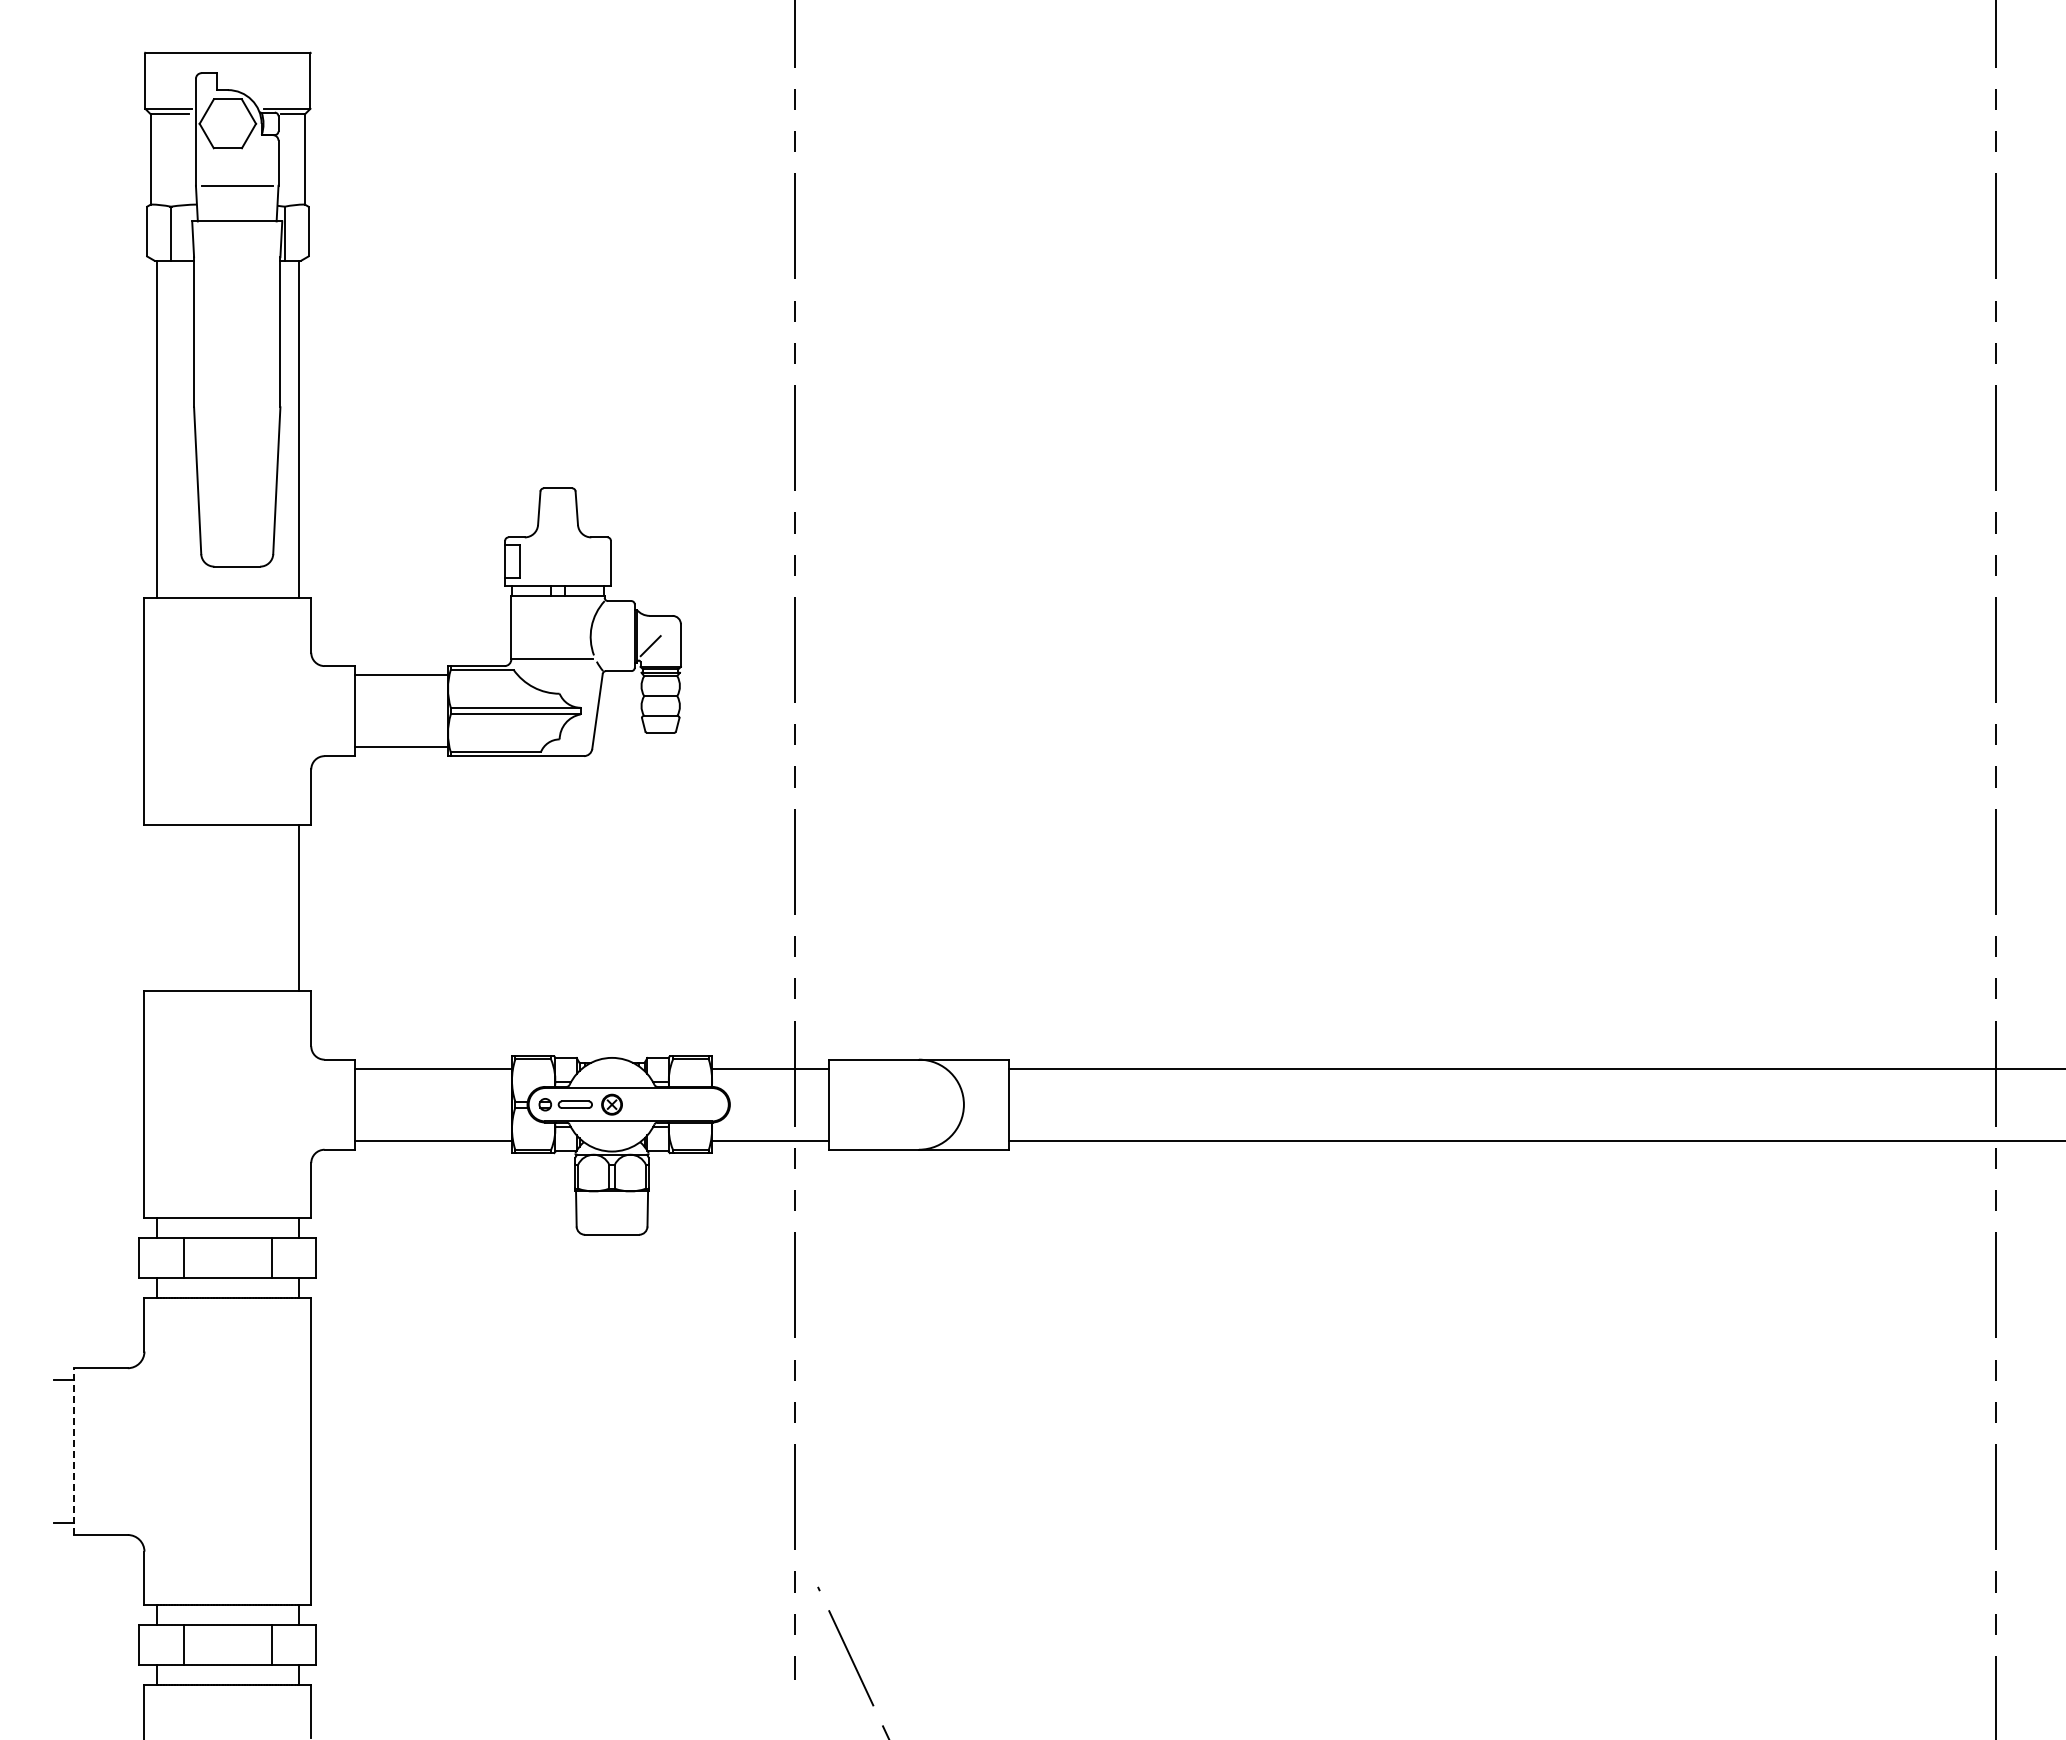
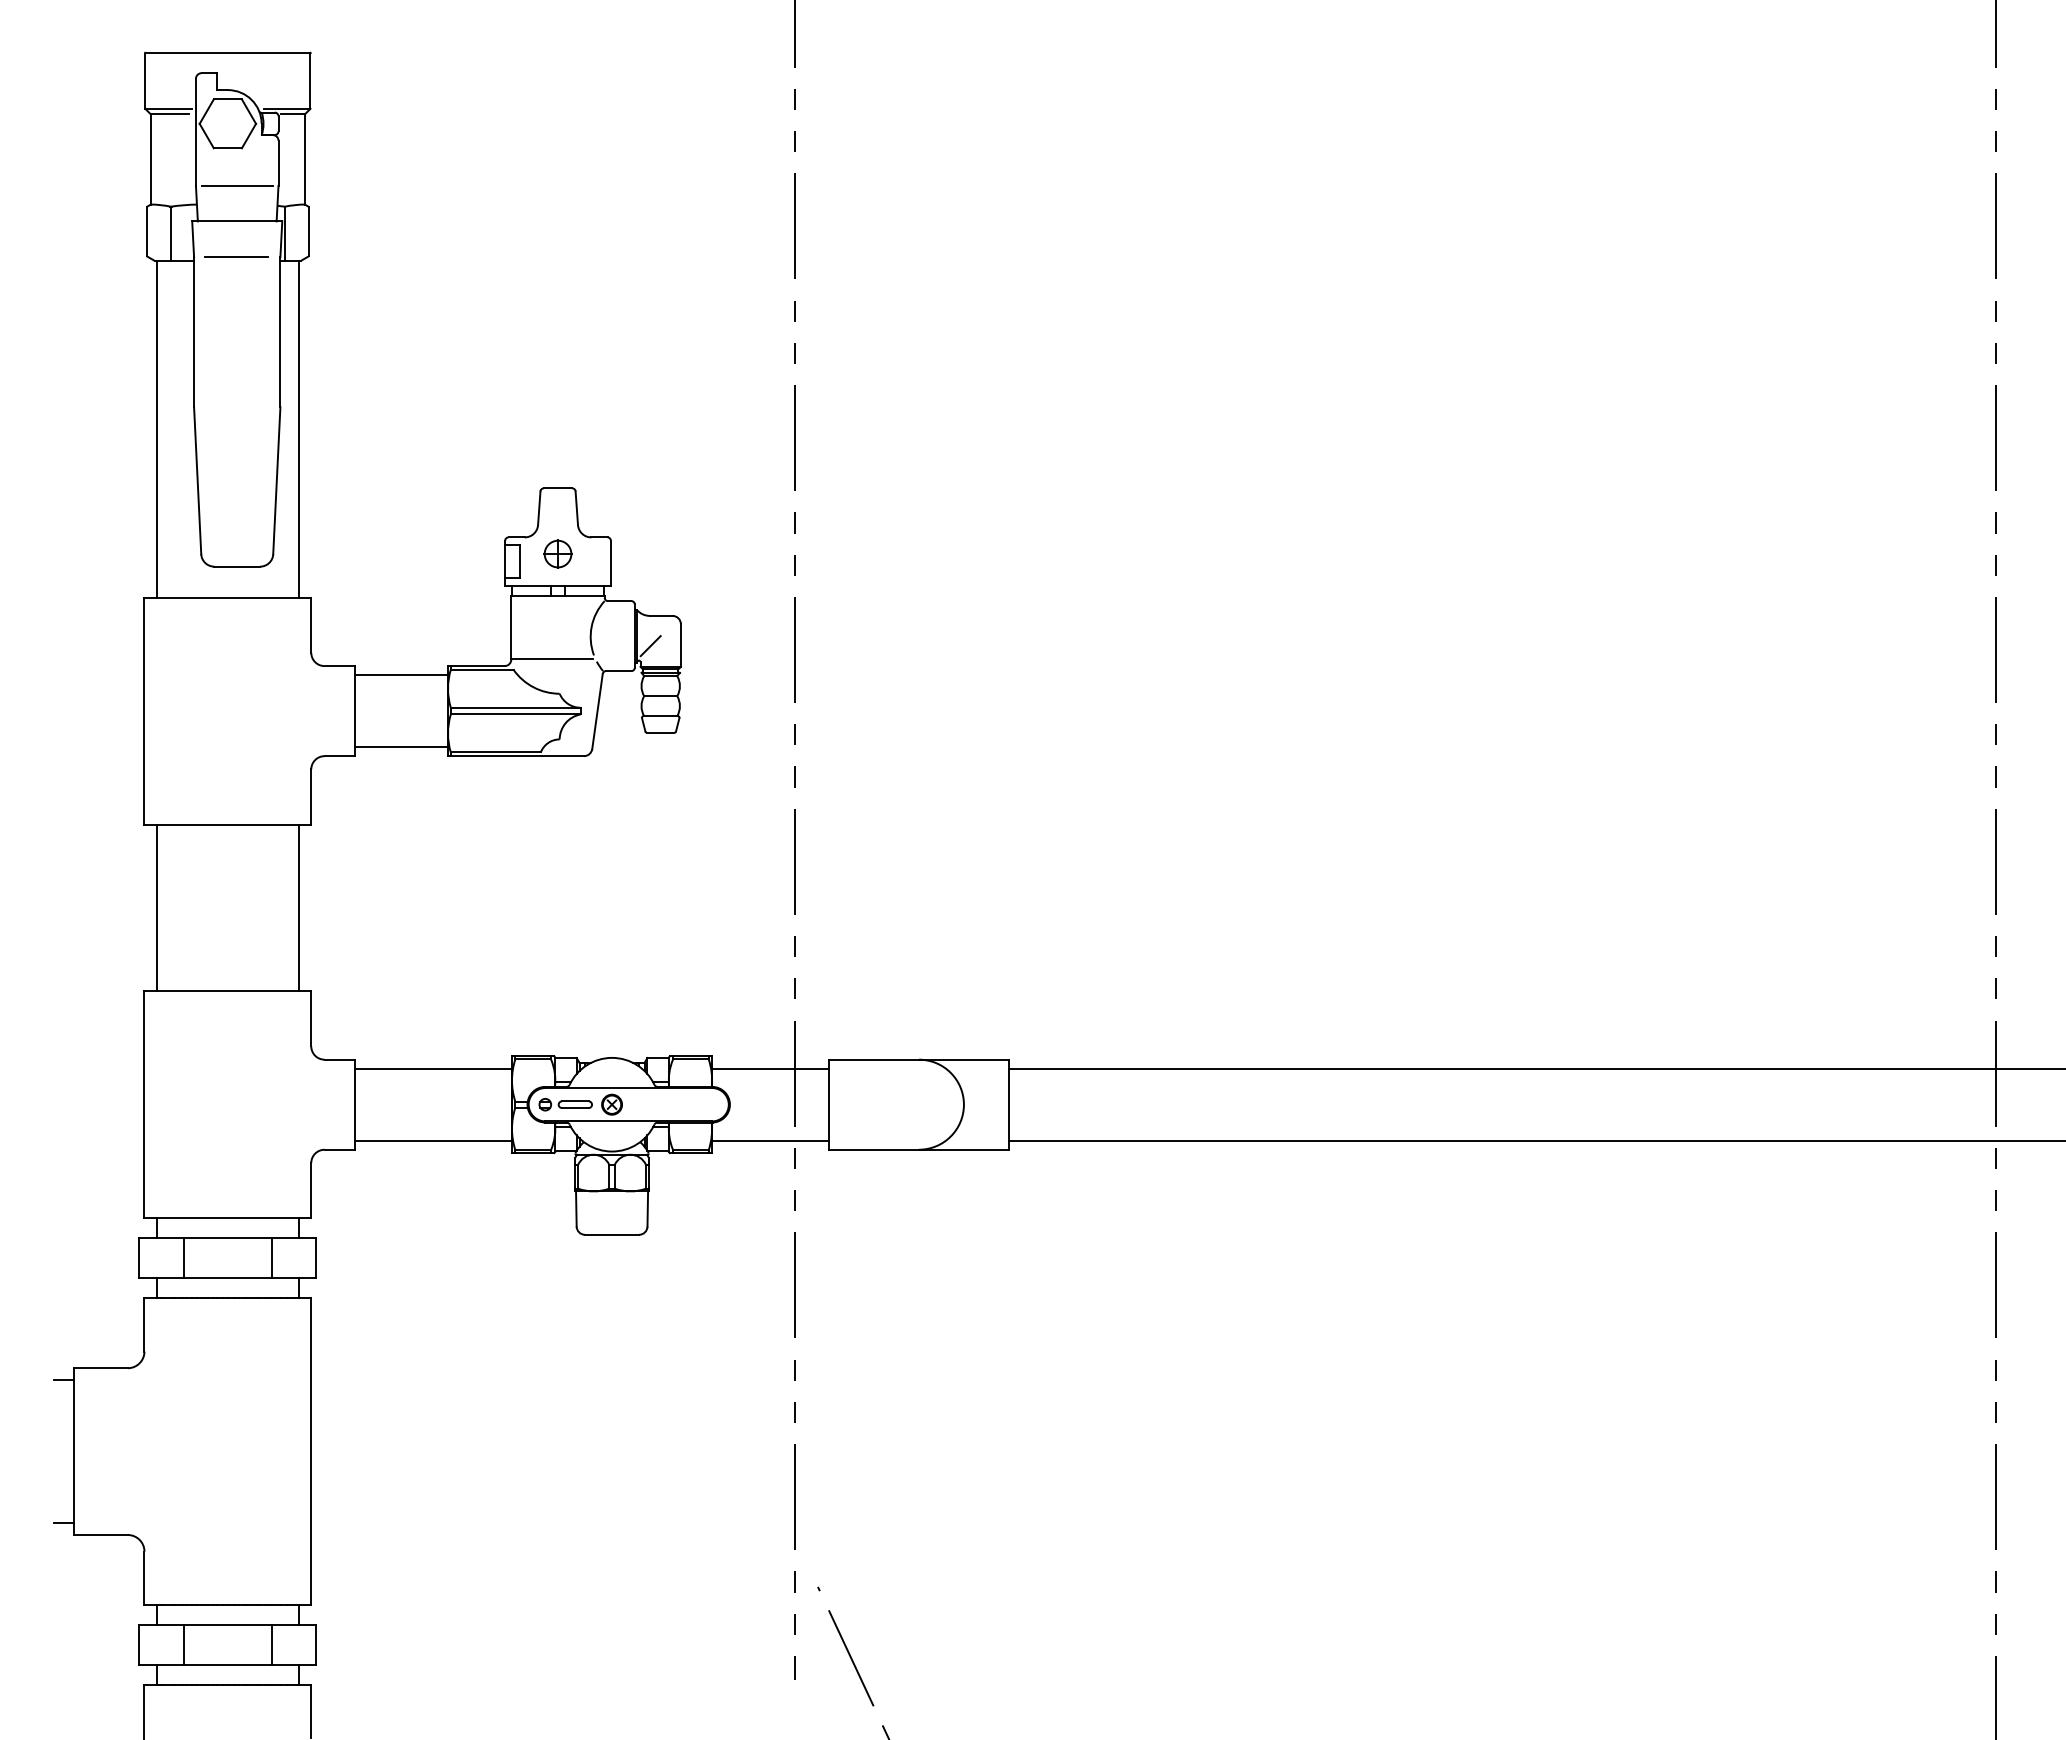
line at (236, 257): none -> present
part at (557, 553): none -> present
line at (156, 907): none -> present
line at (74, 1451): dashed -> solid
